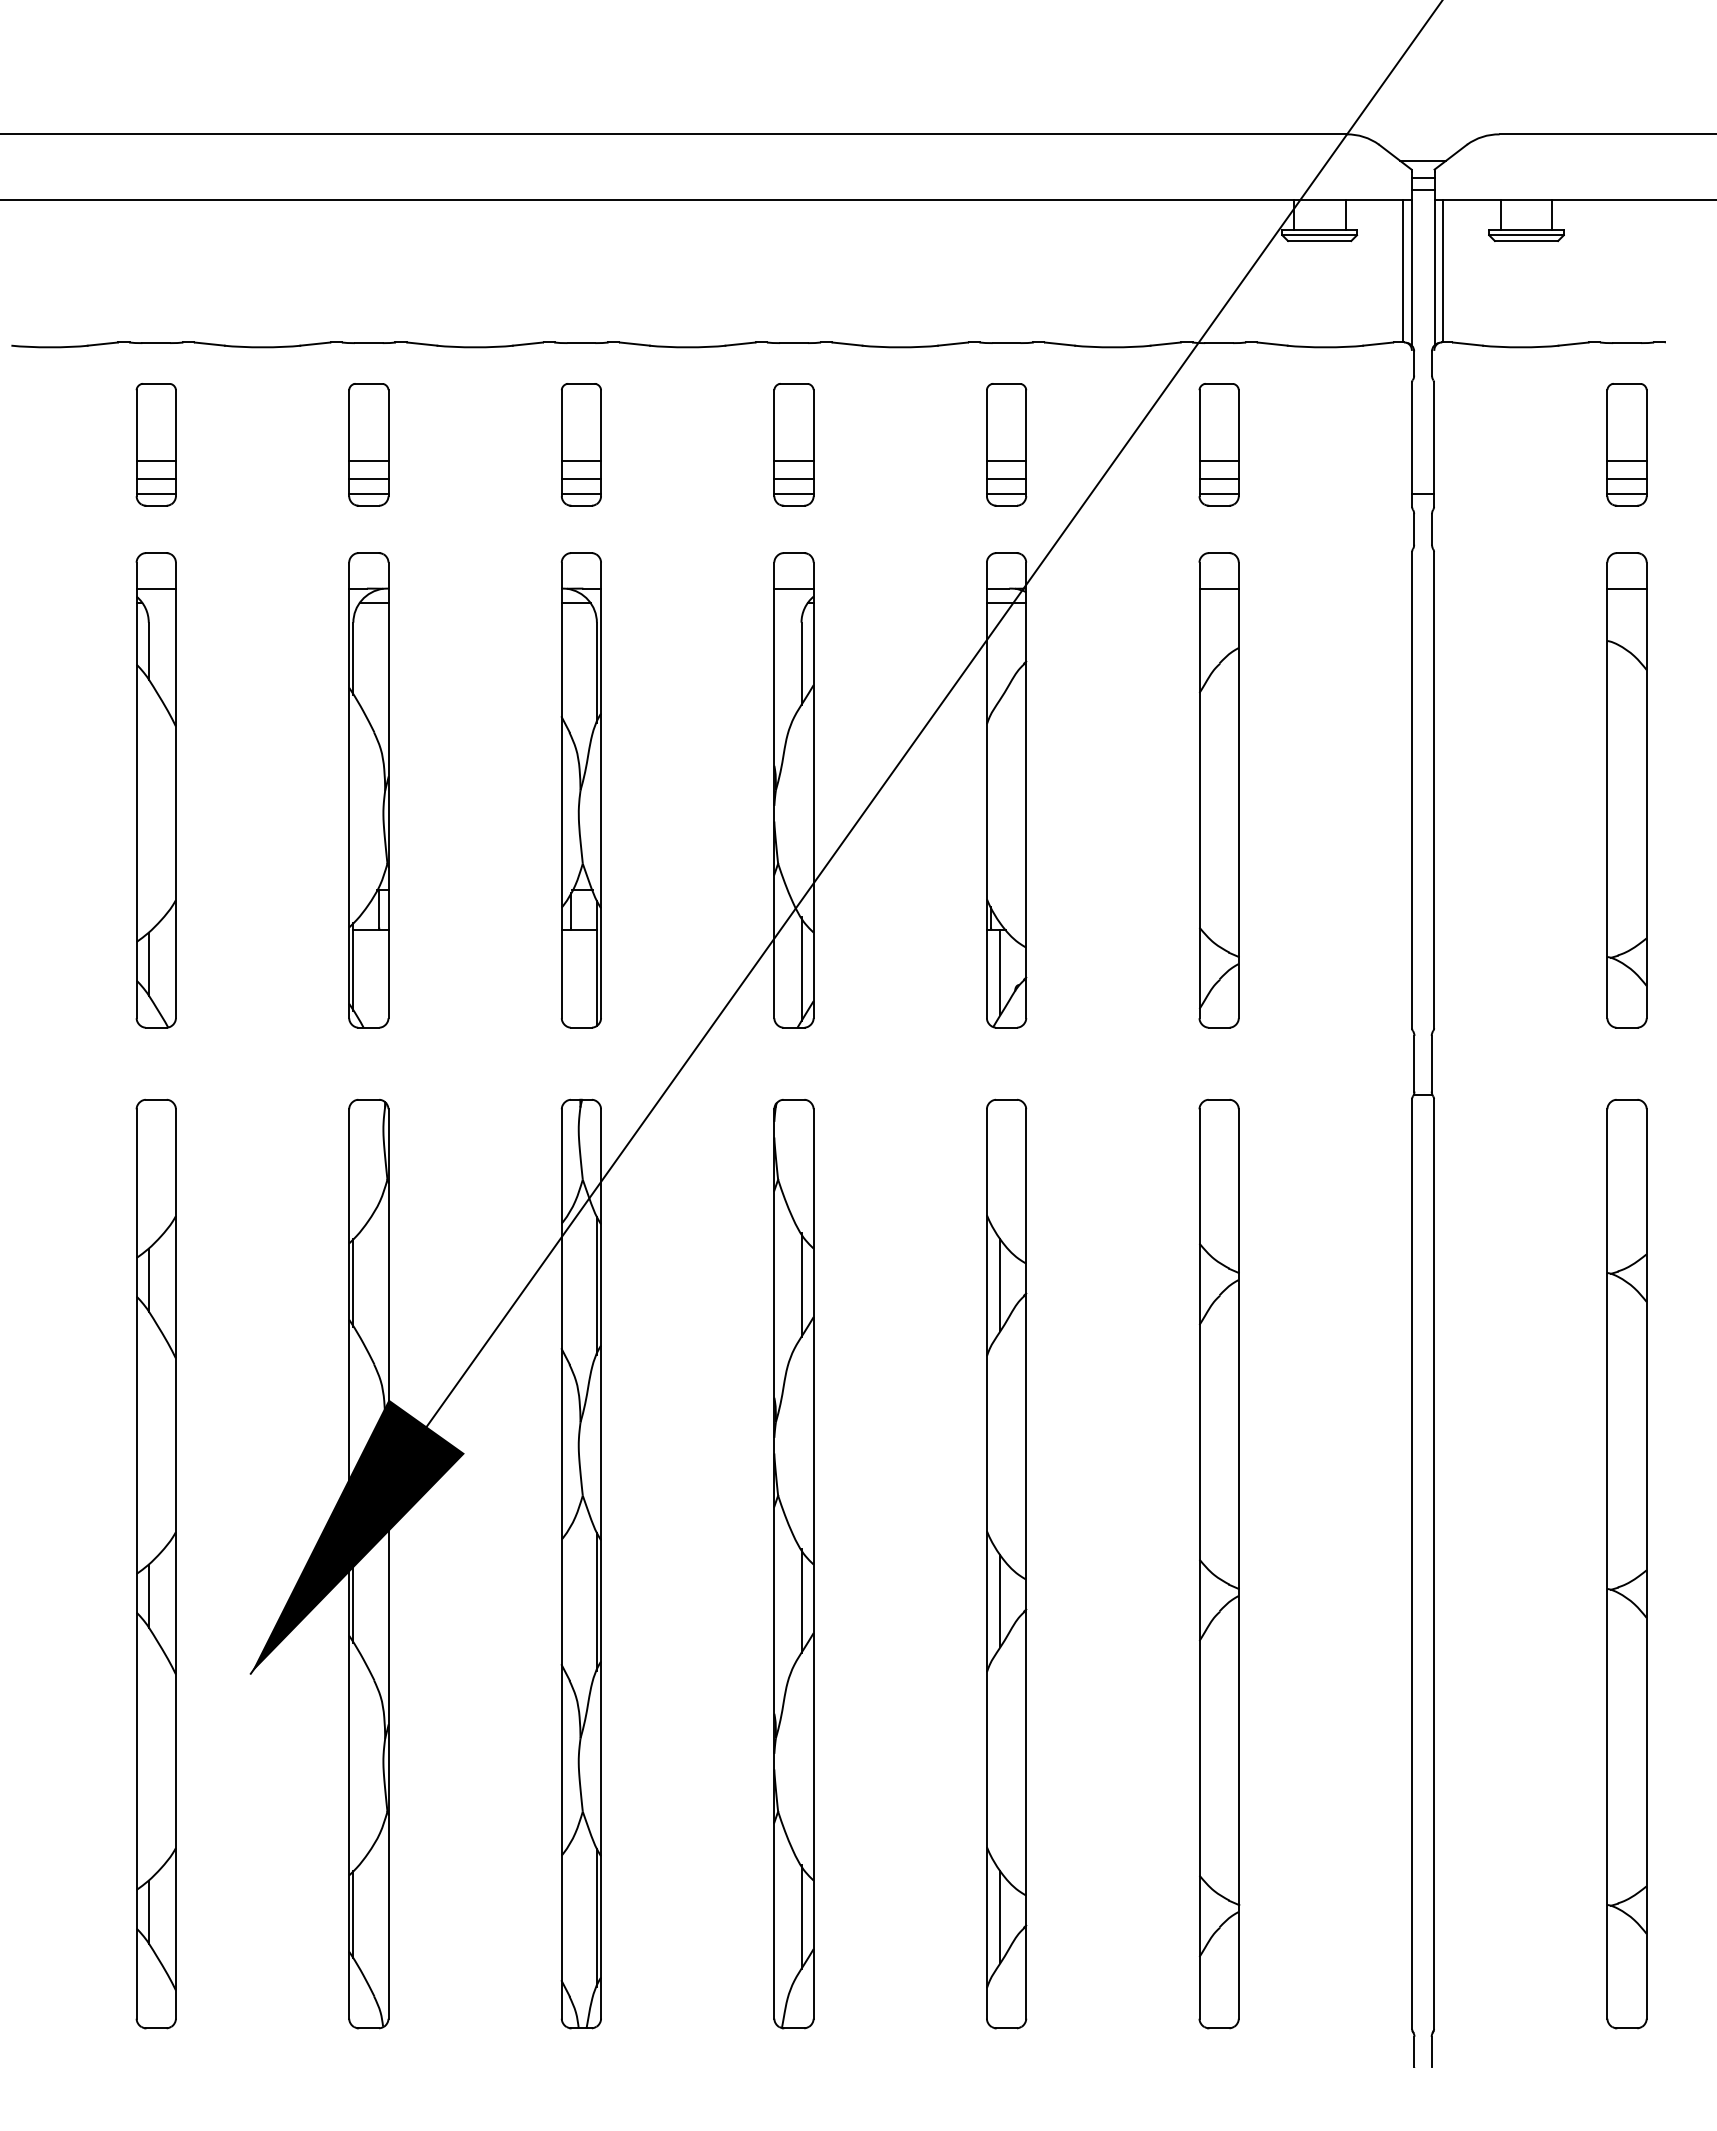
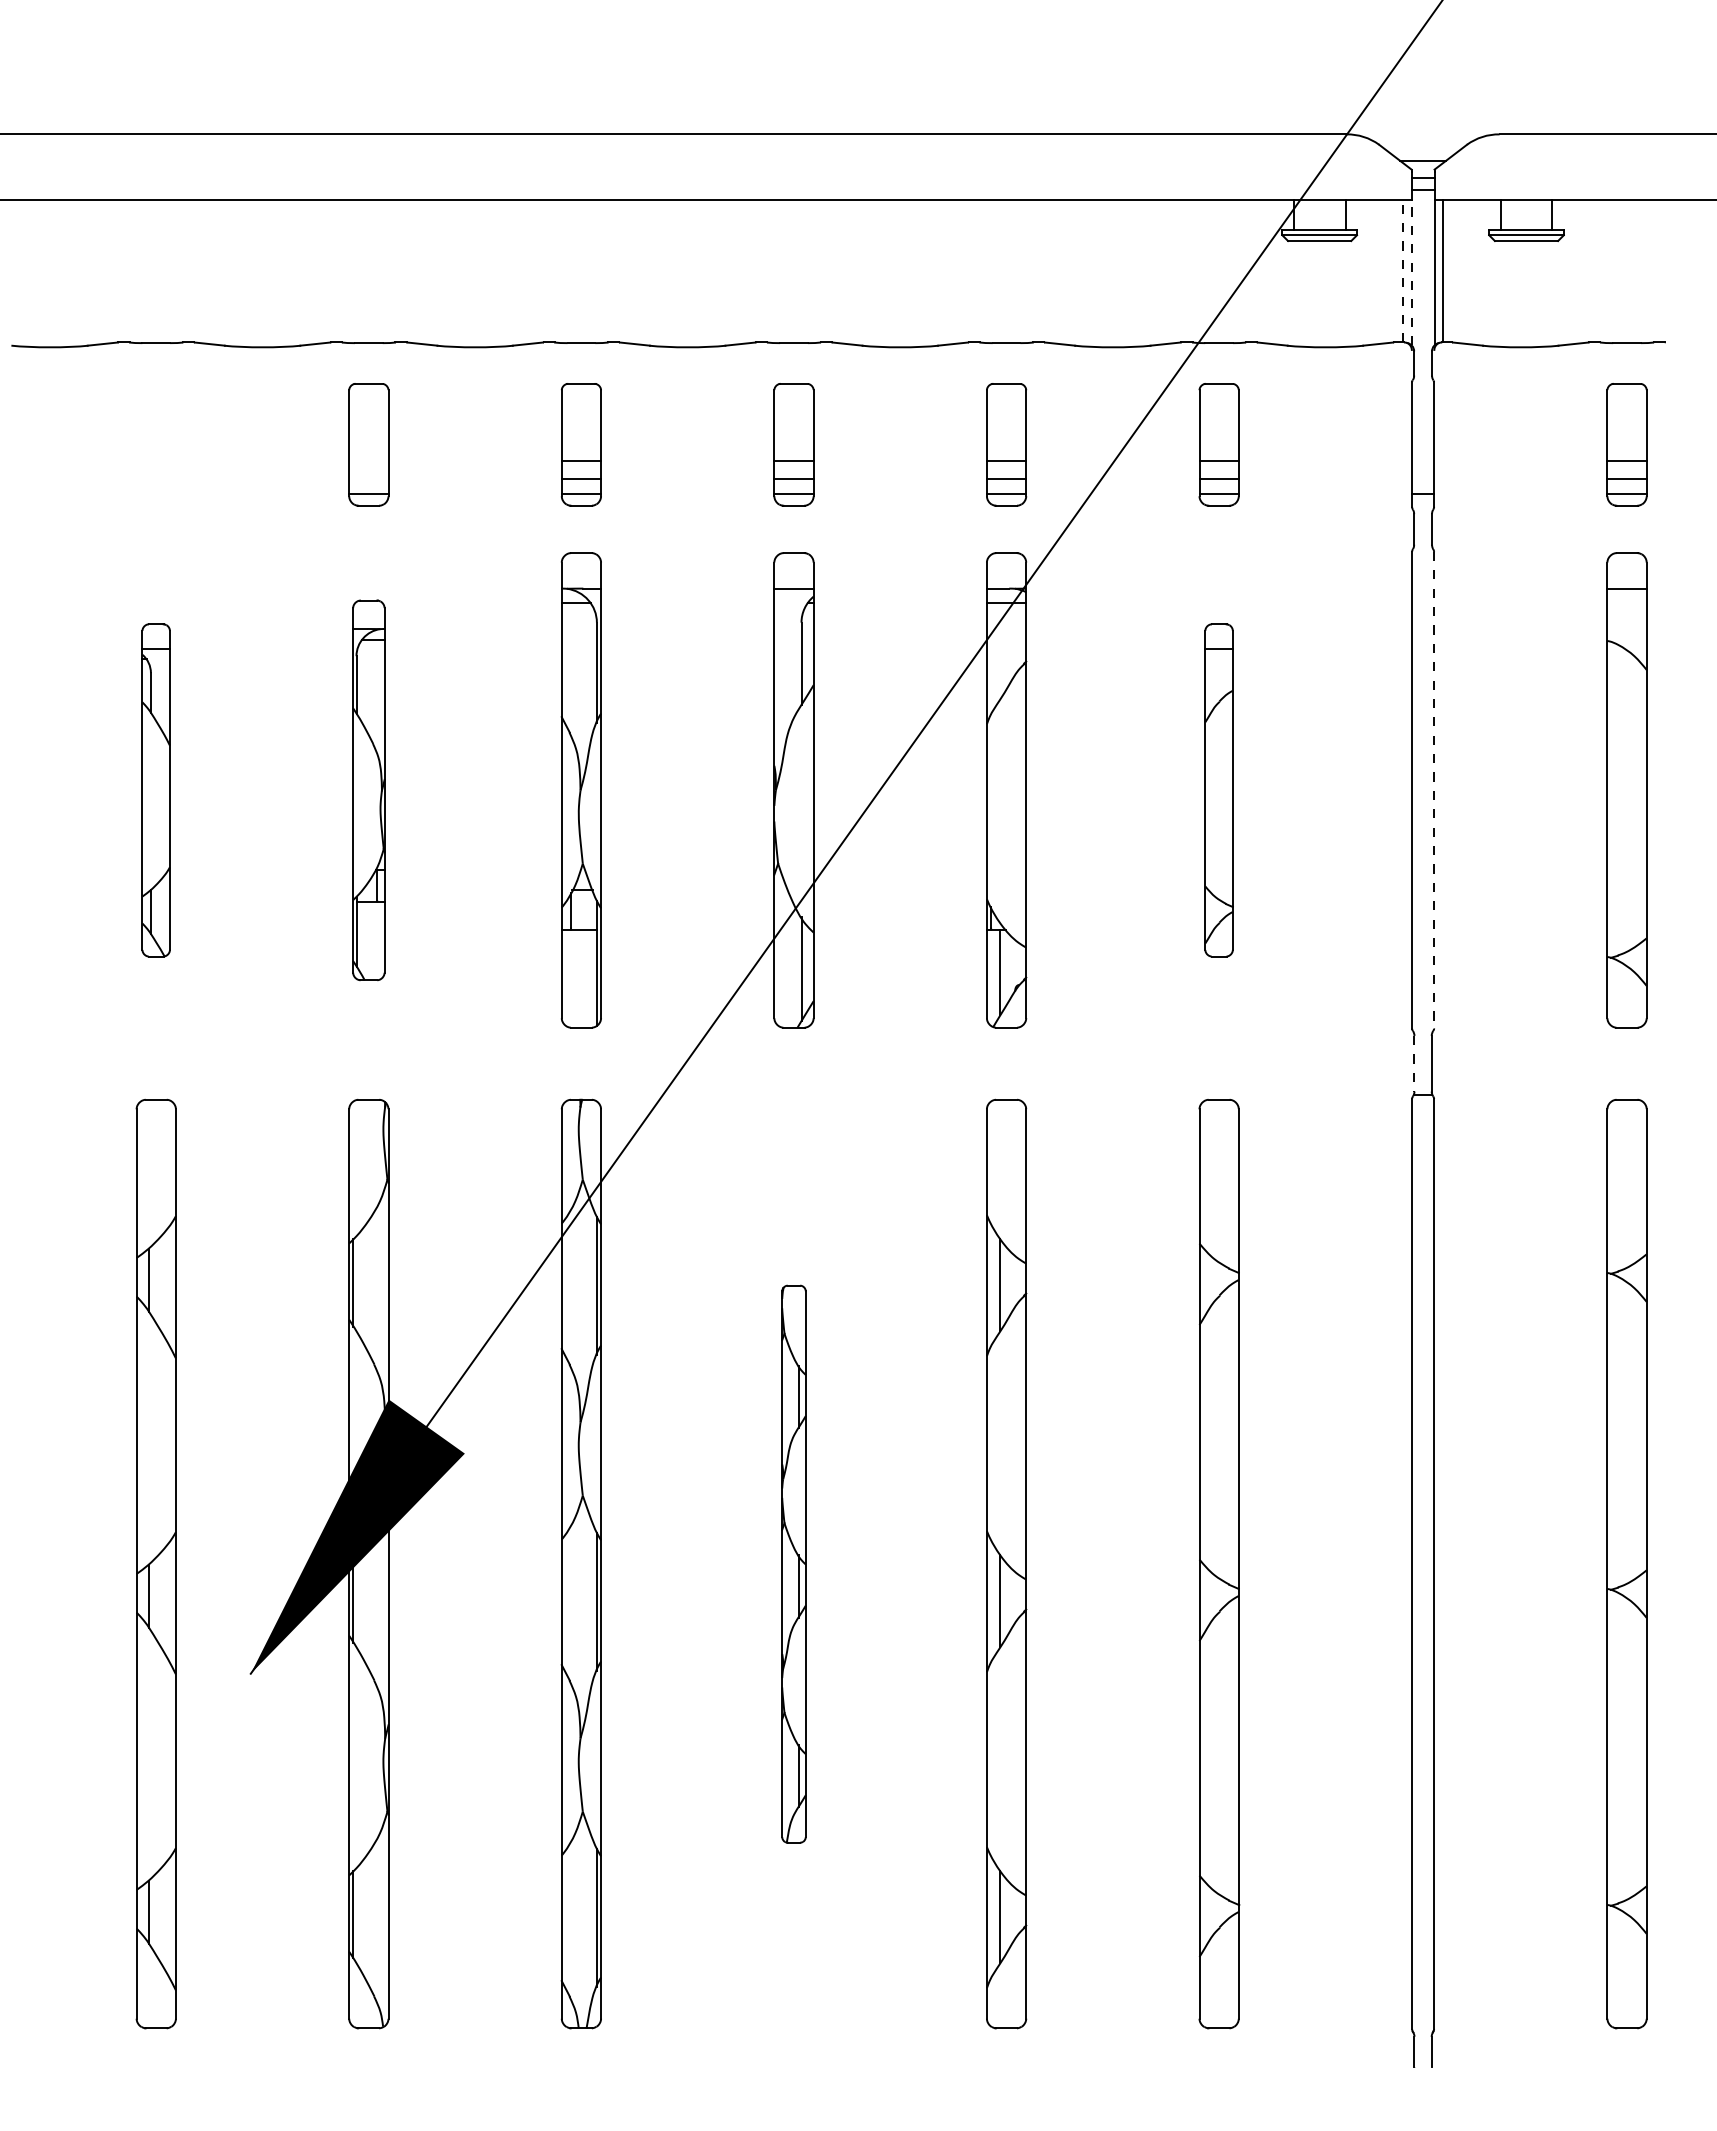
line at (1402, 270): solid -> dashed
line at (1411, 272): solid -> dashed
part at (155, 444): present -> none
line at (368, 461): present -> none
line at (368, 479): present -> none
part at (155, 790) size: 42x477 px -> 30x335 px
part at (368, 790) size: 42x477 px -> 34x383 px
part at (1218, 790) size: 42x477 px -> 30x335 px
line at (1434, 790): solid -> dashed
line at (1414, 1063): solid -> dashed
part at (793, 1564) size: 42x931 px -> 26x560 px
